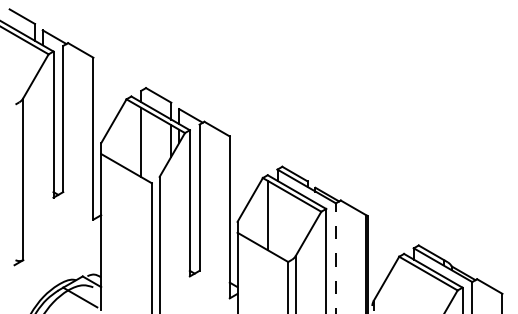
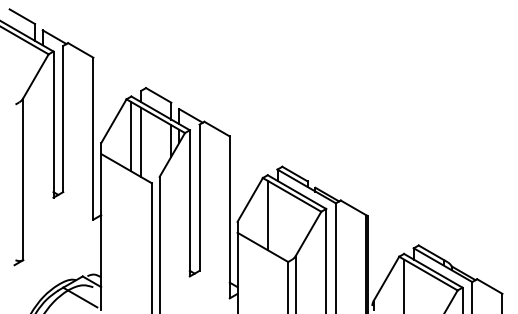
line at (131, 136): none -> present
line at (335, 258): dashed -> solid
line at (404, 284): none -> present
